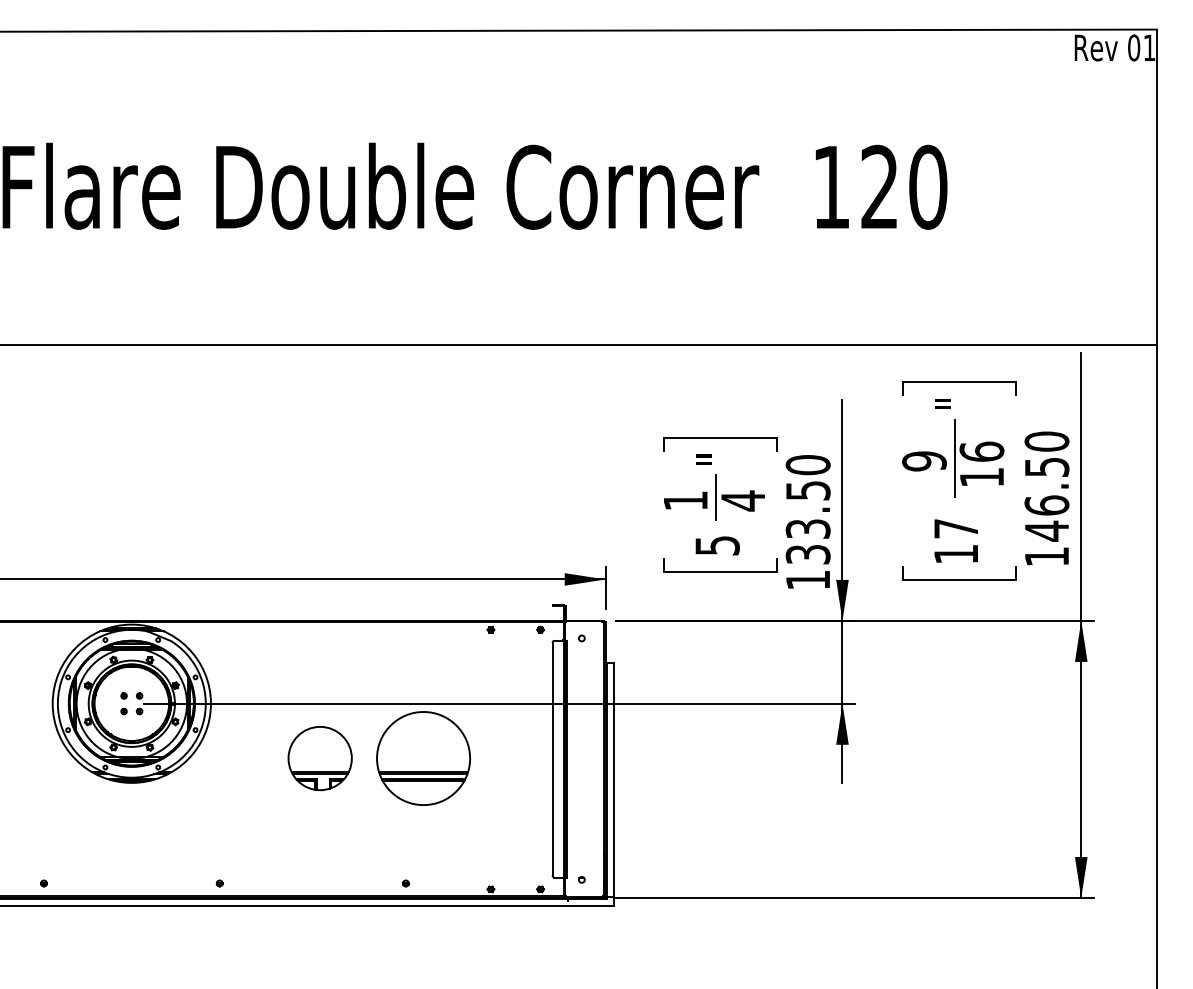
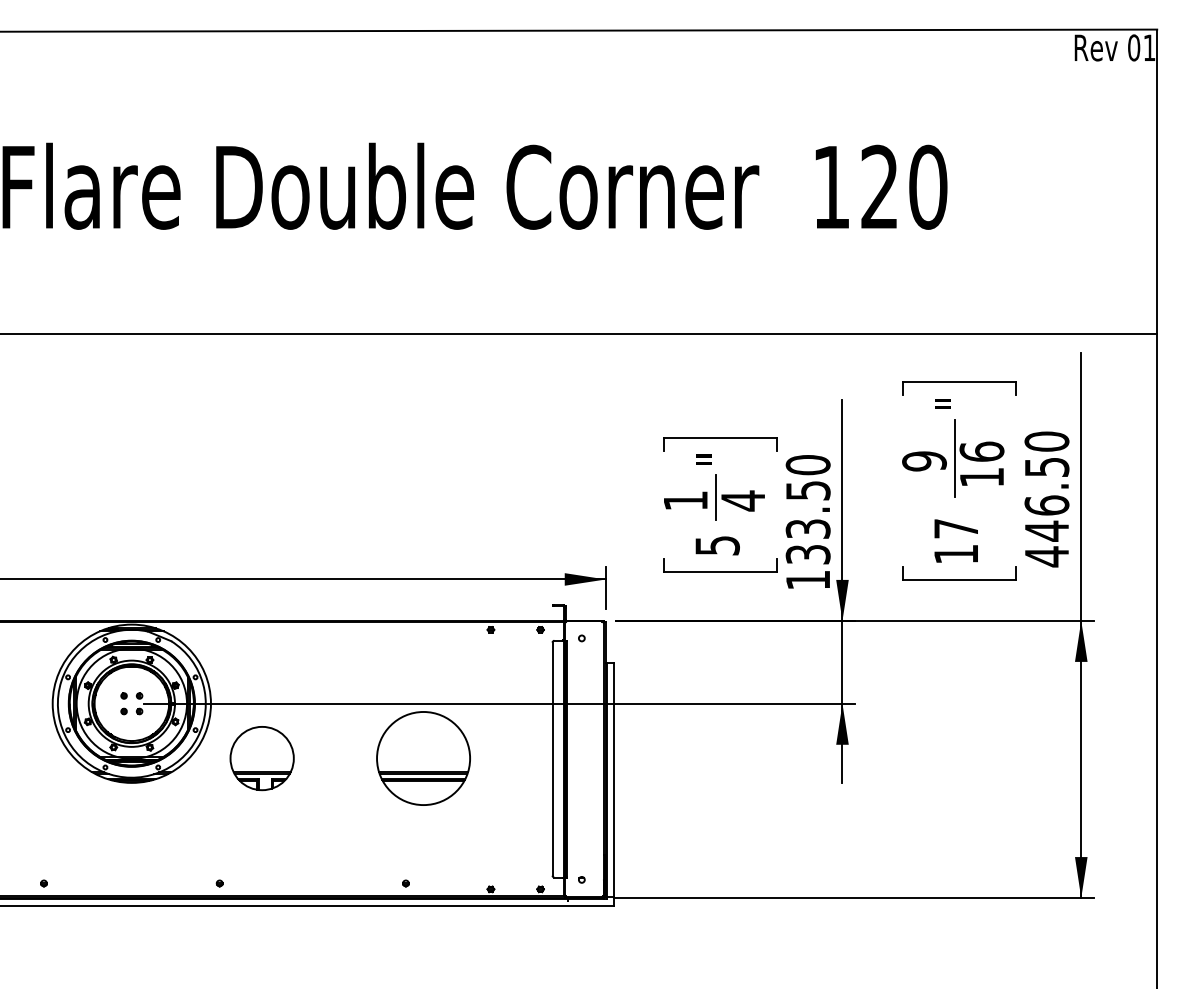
line at (579, 344) position: (579, 344) -> (579, 333)
text at (1046, 556): 146.50 -> 446.50
part at (319, 758) position: (319, 758) -> (261, 758)
